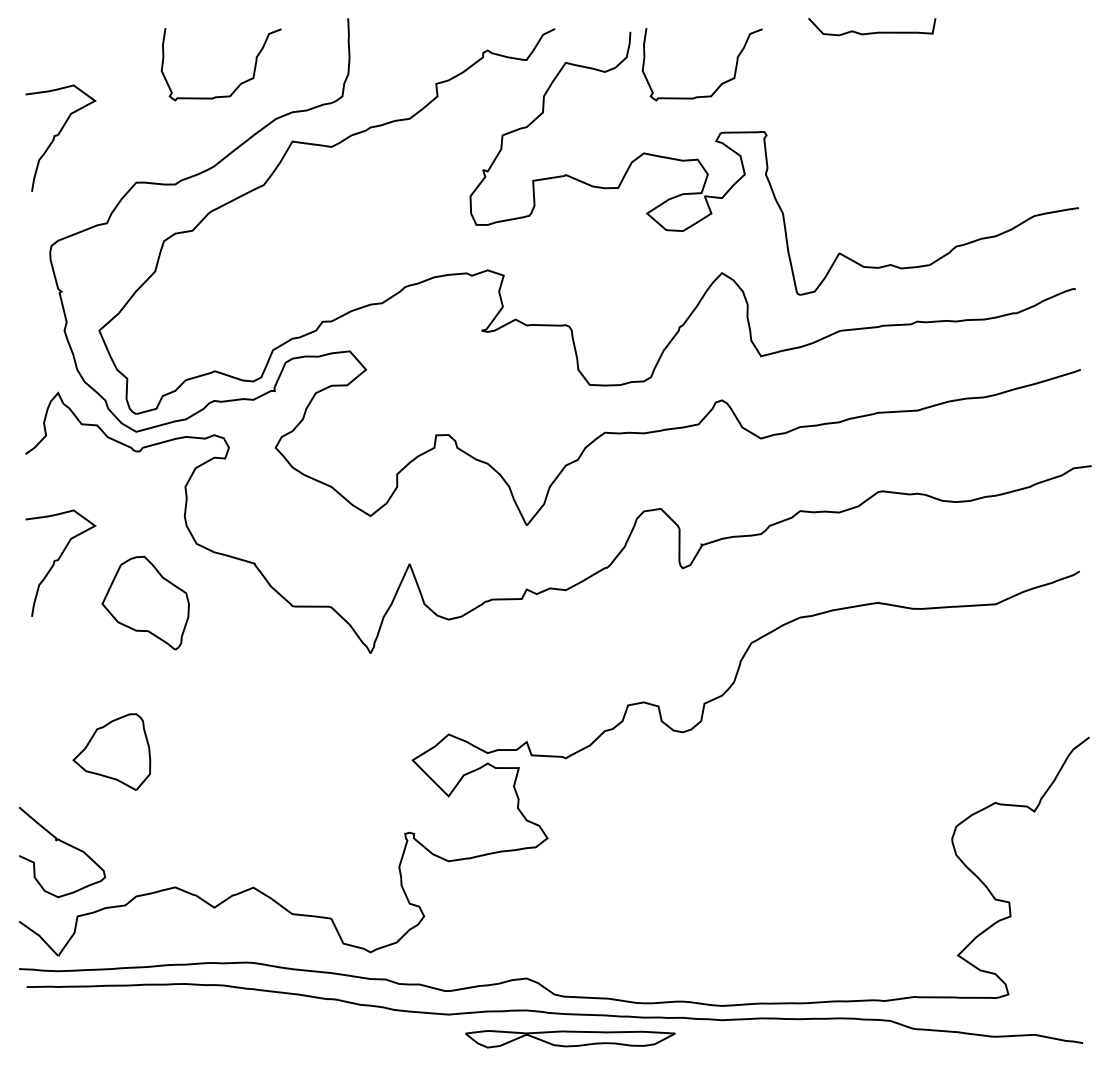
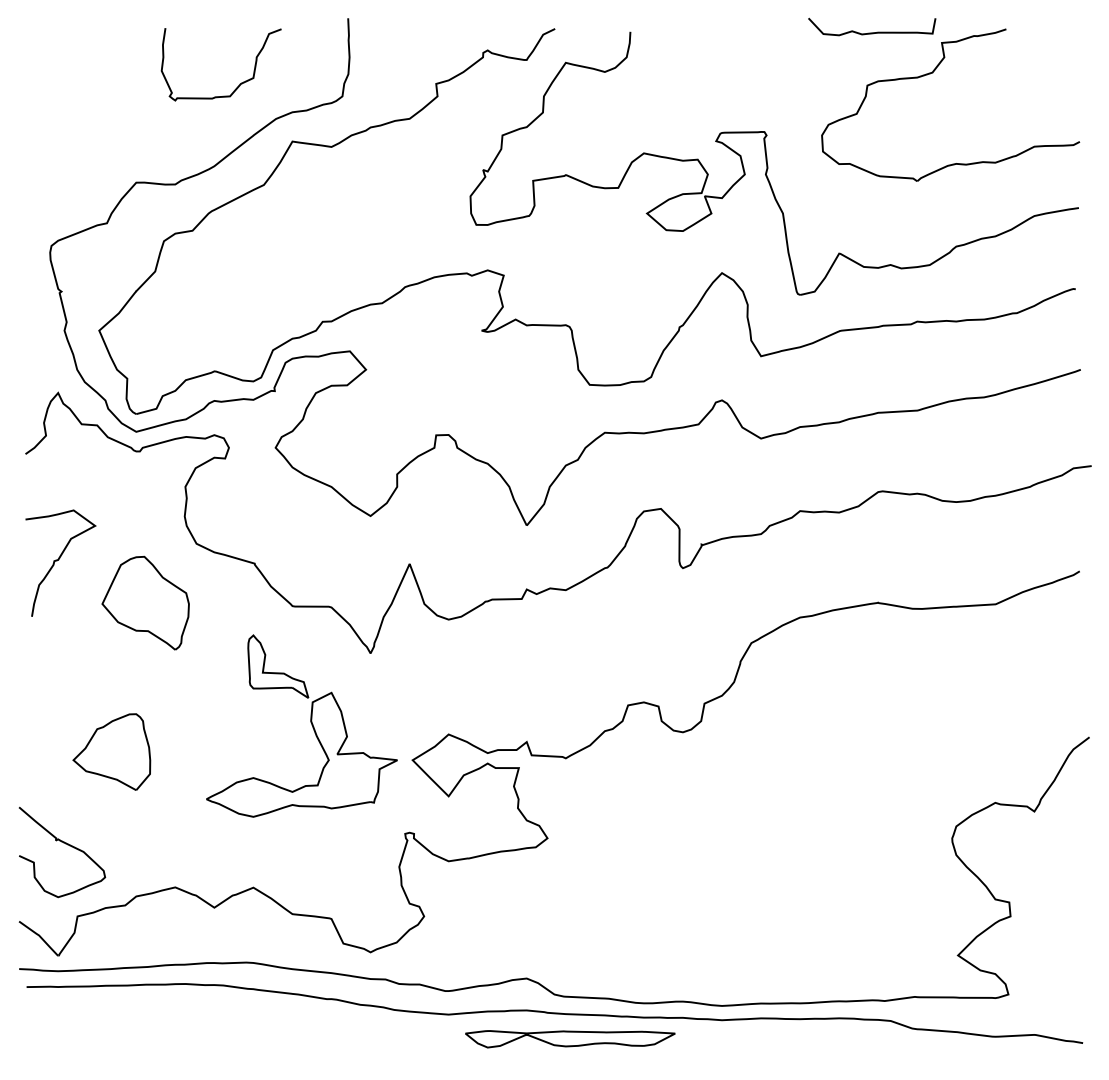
part at (932, 73): none -> present
curve at (721, 83): present -> none
curve at (58, 135): present -> none
part at (310, 722): none -> present
